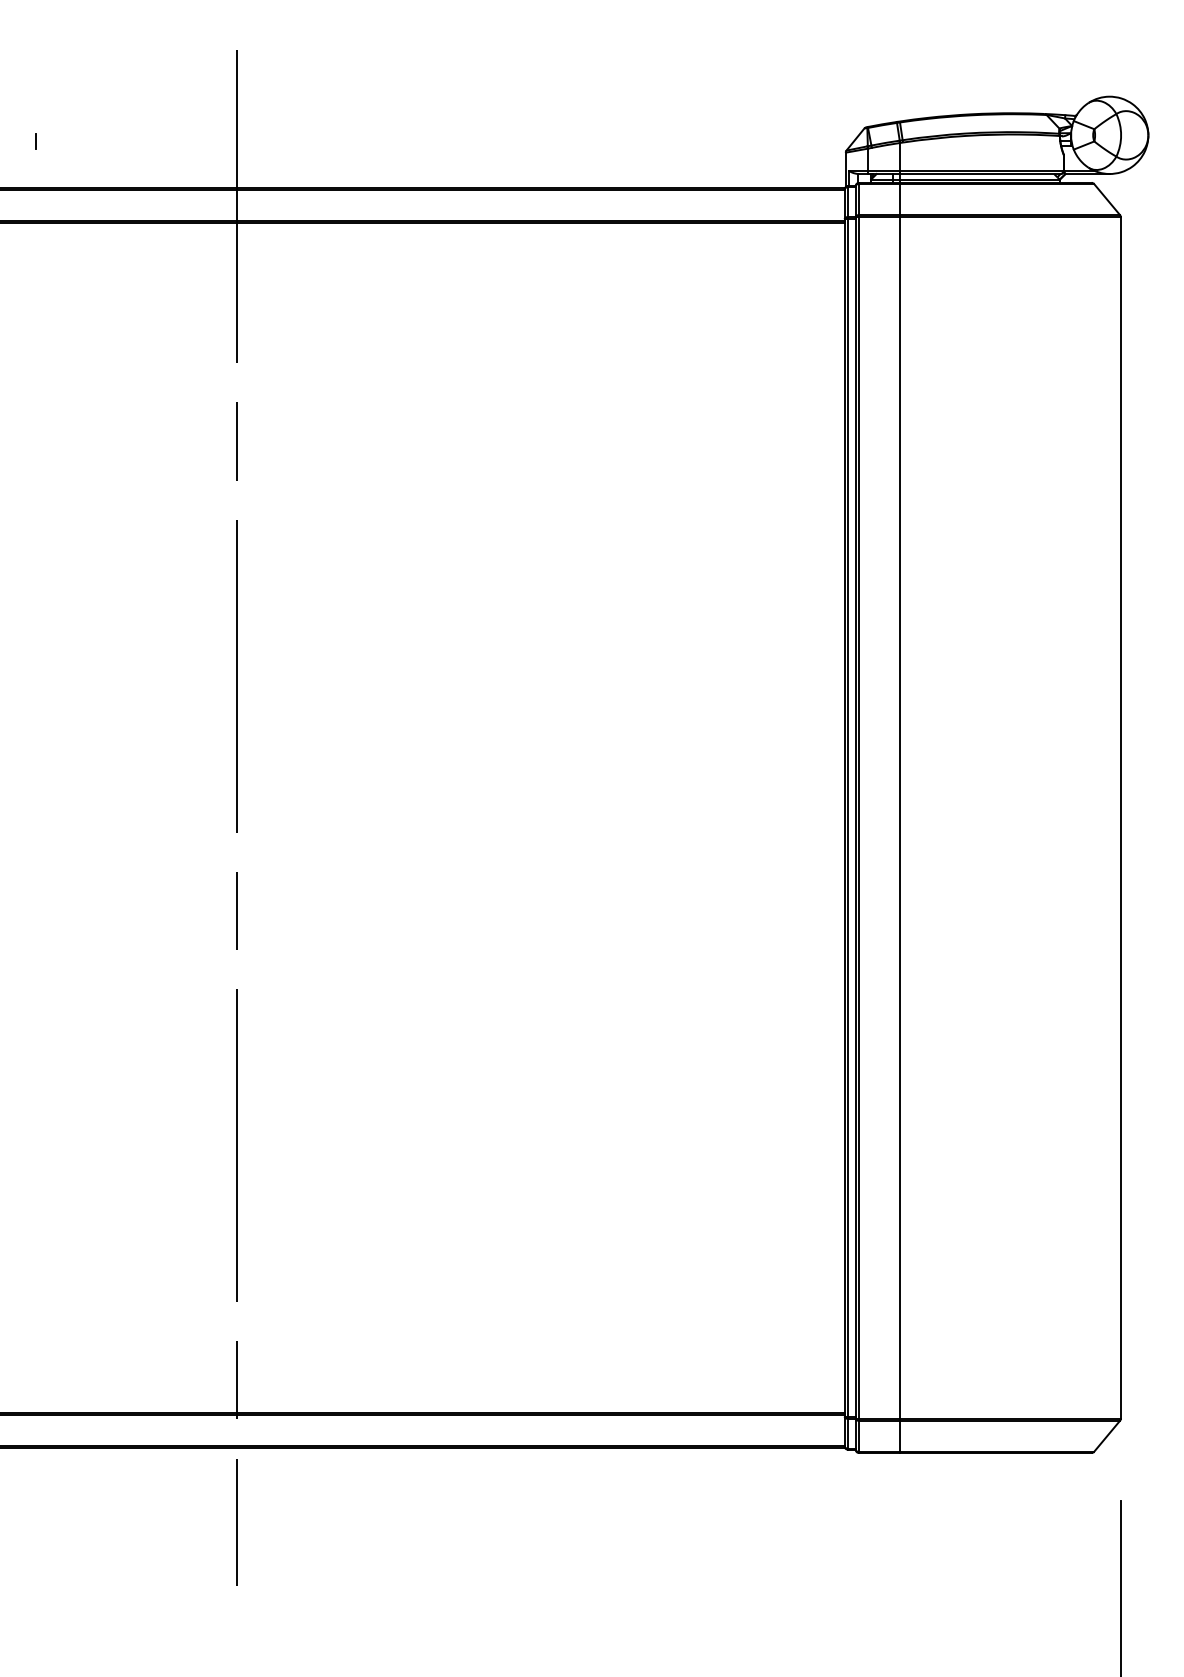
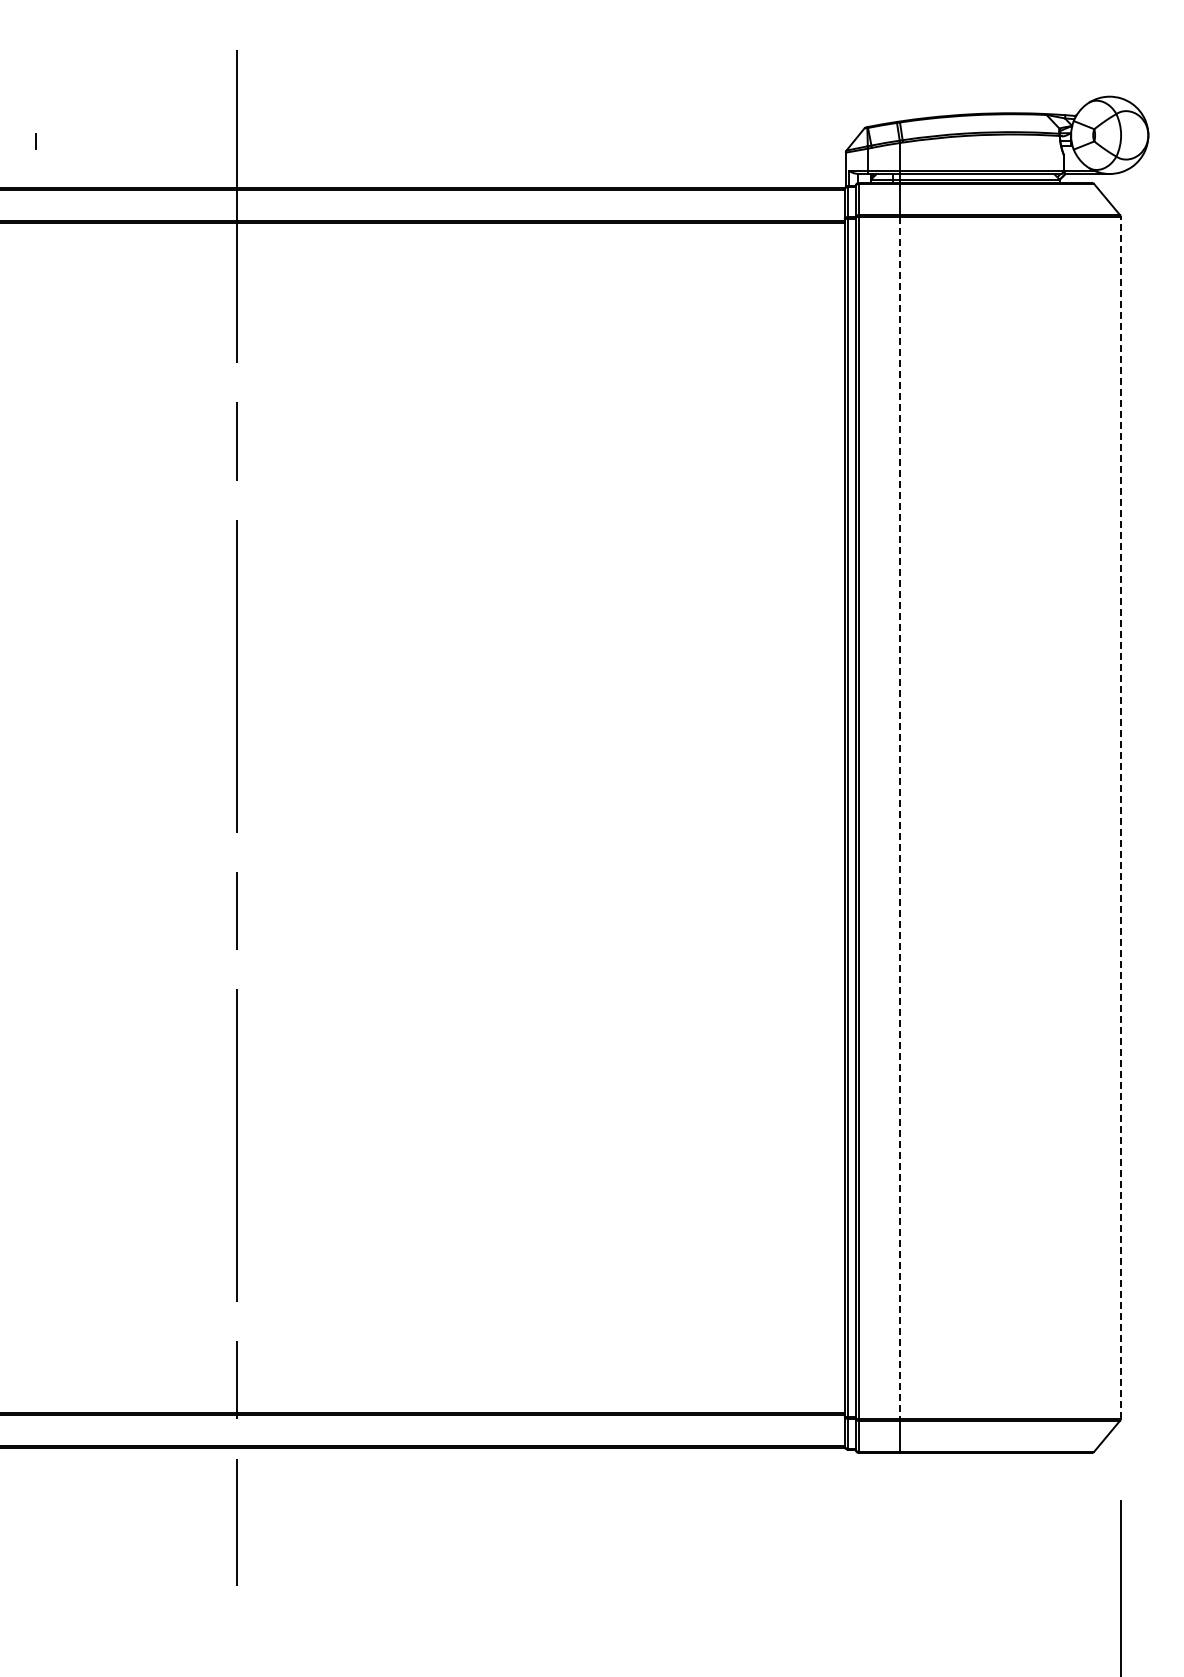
line at (899, 817): solid -> dashed
line at (1120, 817): solid -> dashed
